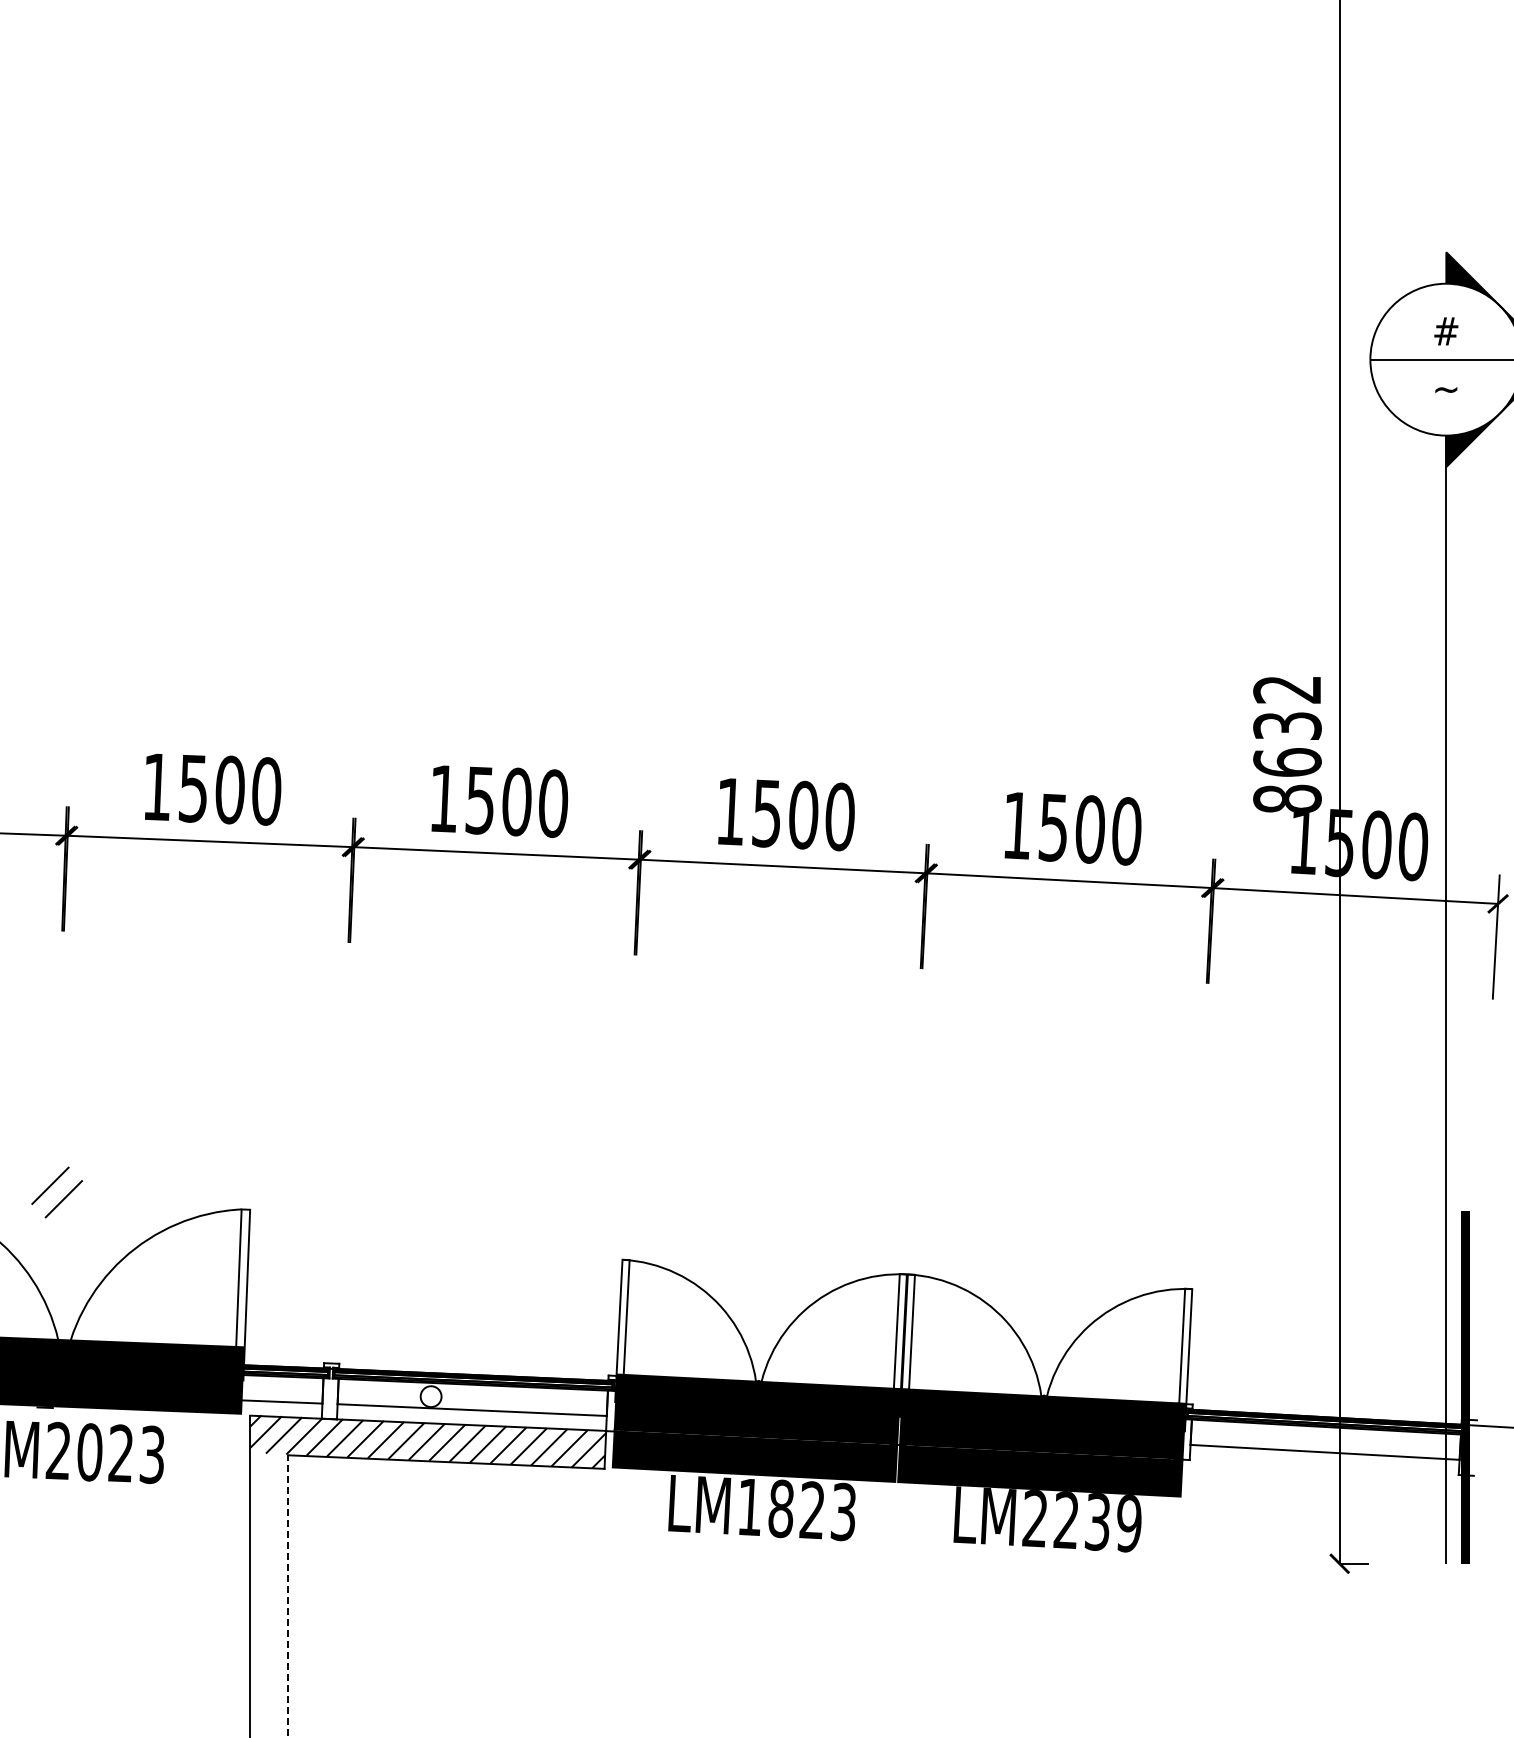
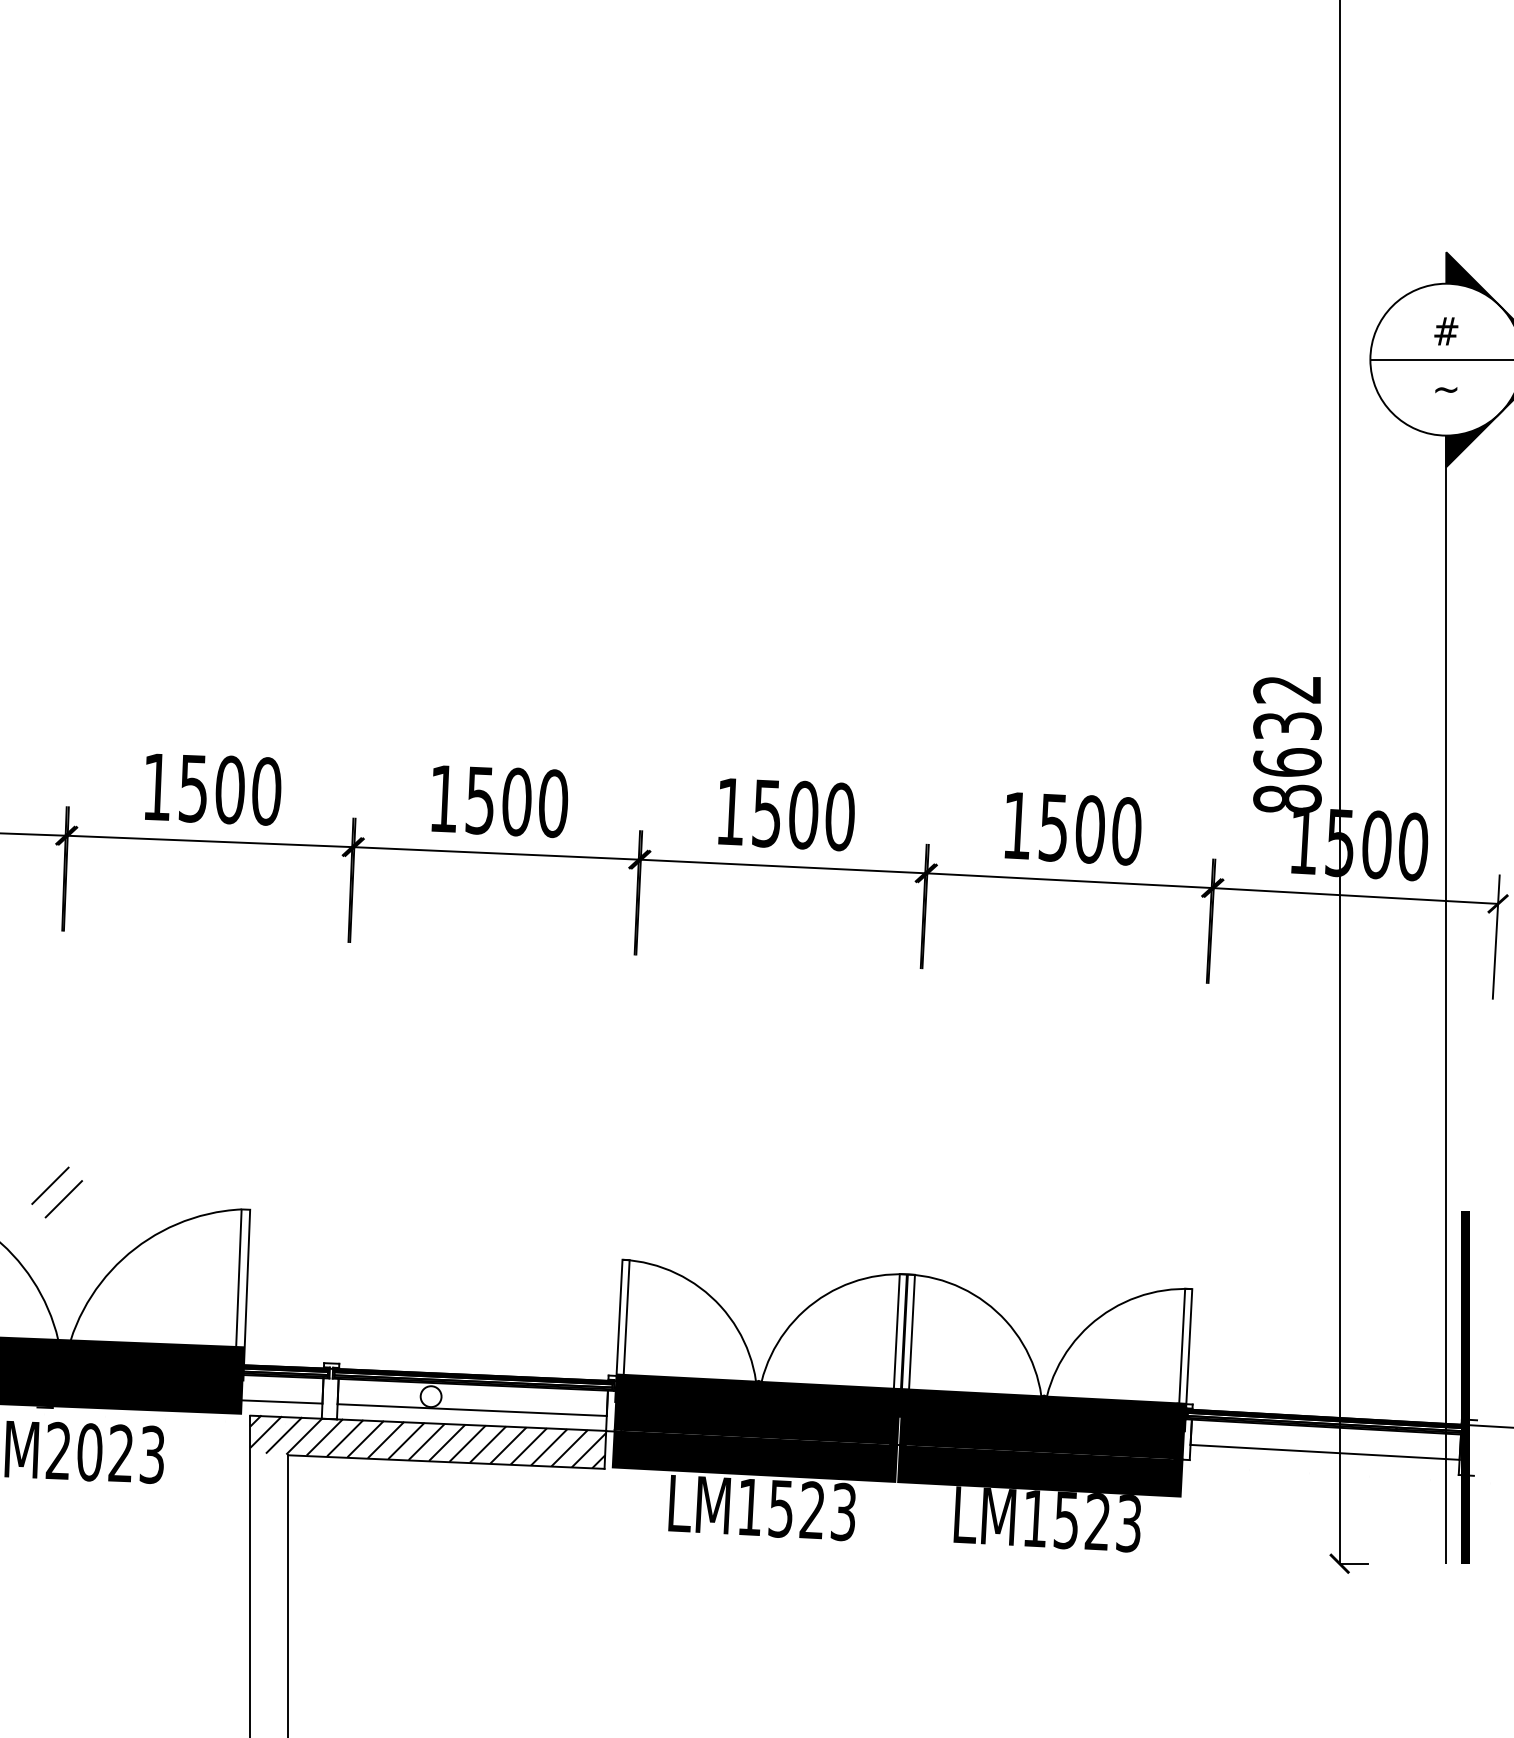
text at (780, 1508): LM1823 -> LM1523
text at (1081, 1521): LM2239 -> LM1523
line at (288, 1596): dashed -> solid
